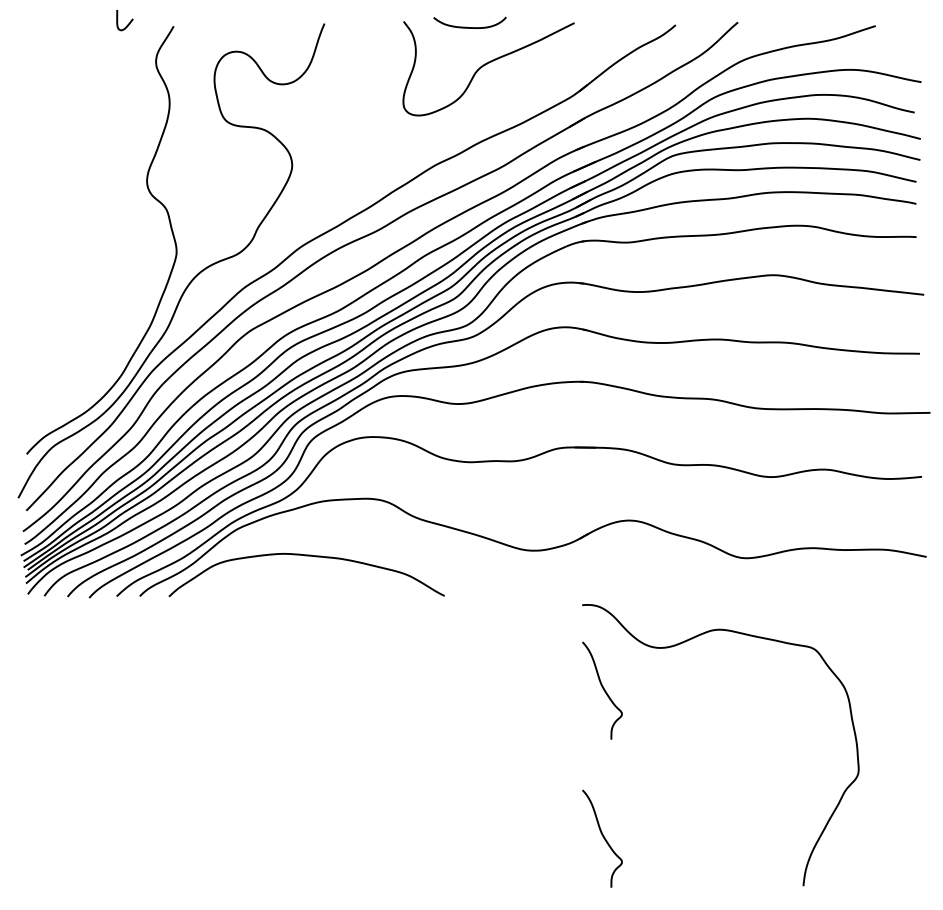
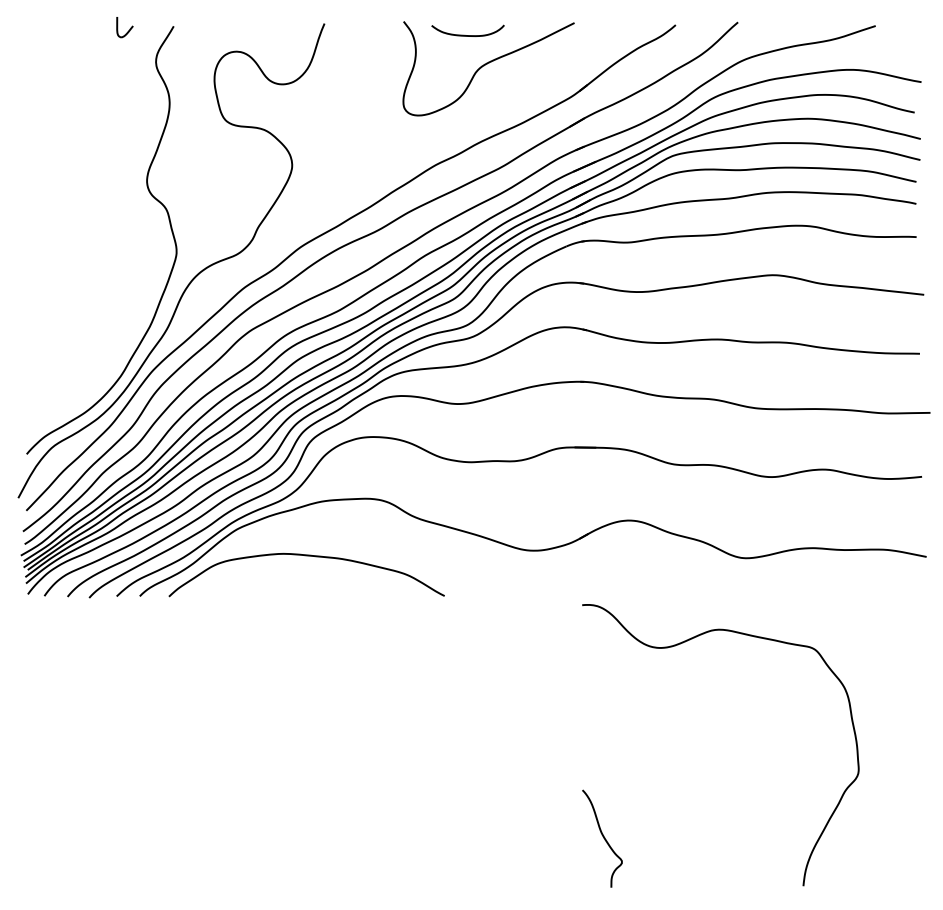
curve at (128, 23) position: (128, 23) -> (128, 30)
curve at (466, 26) position: (466, 26) -> (464, 34)
curve at (603, 690): present -> none
